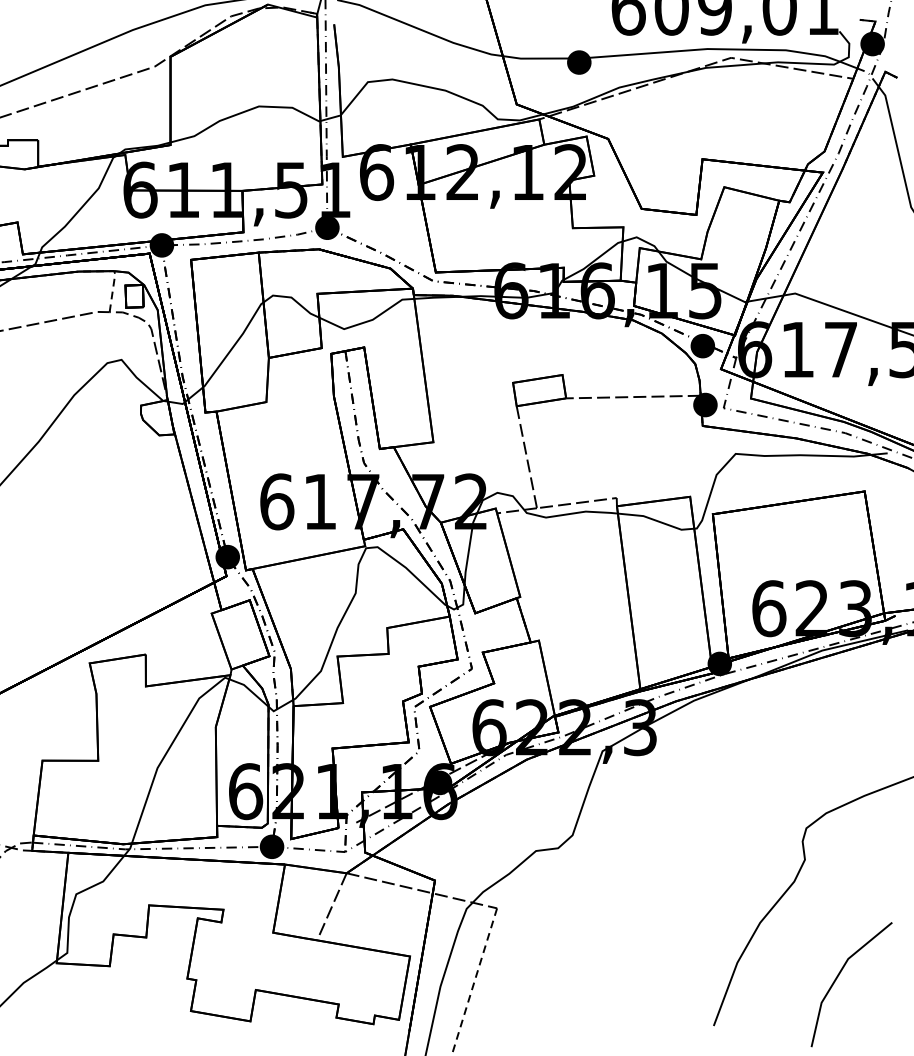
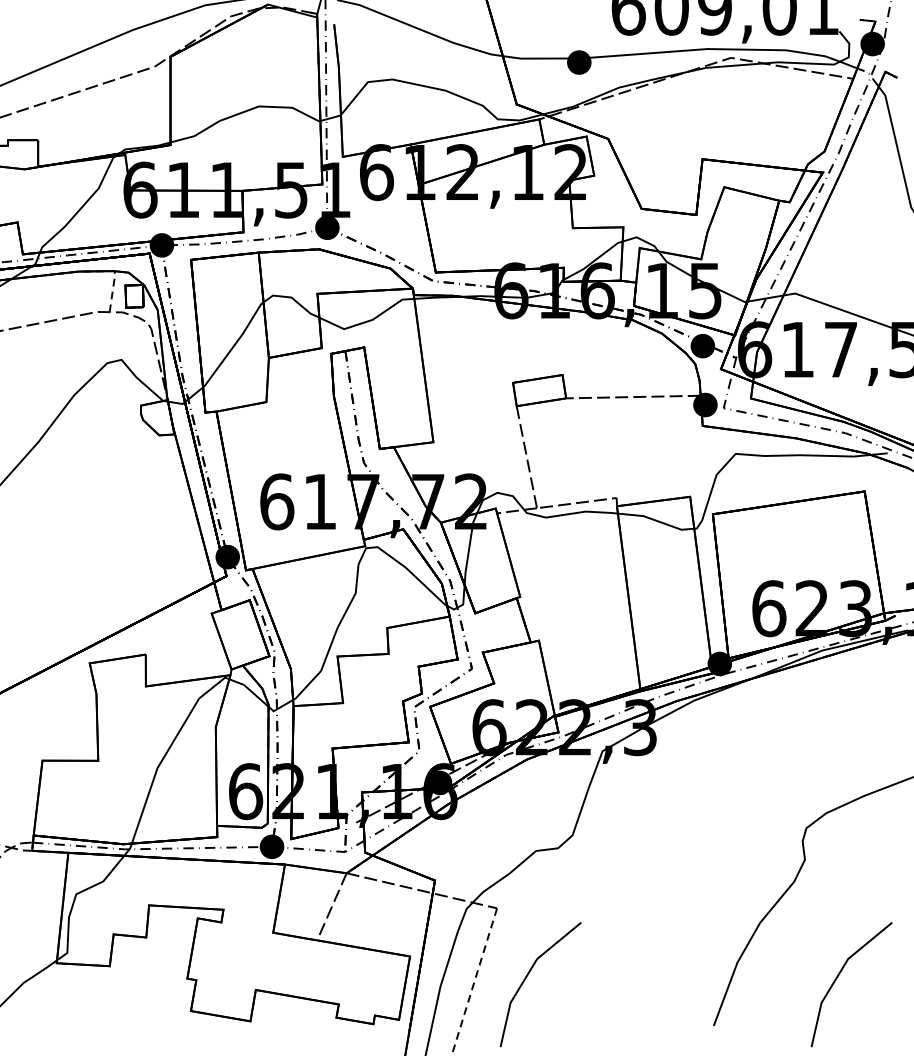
line at (527, 977): none -> present
